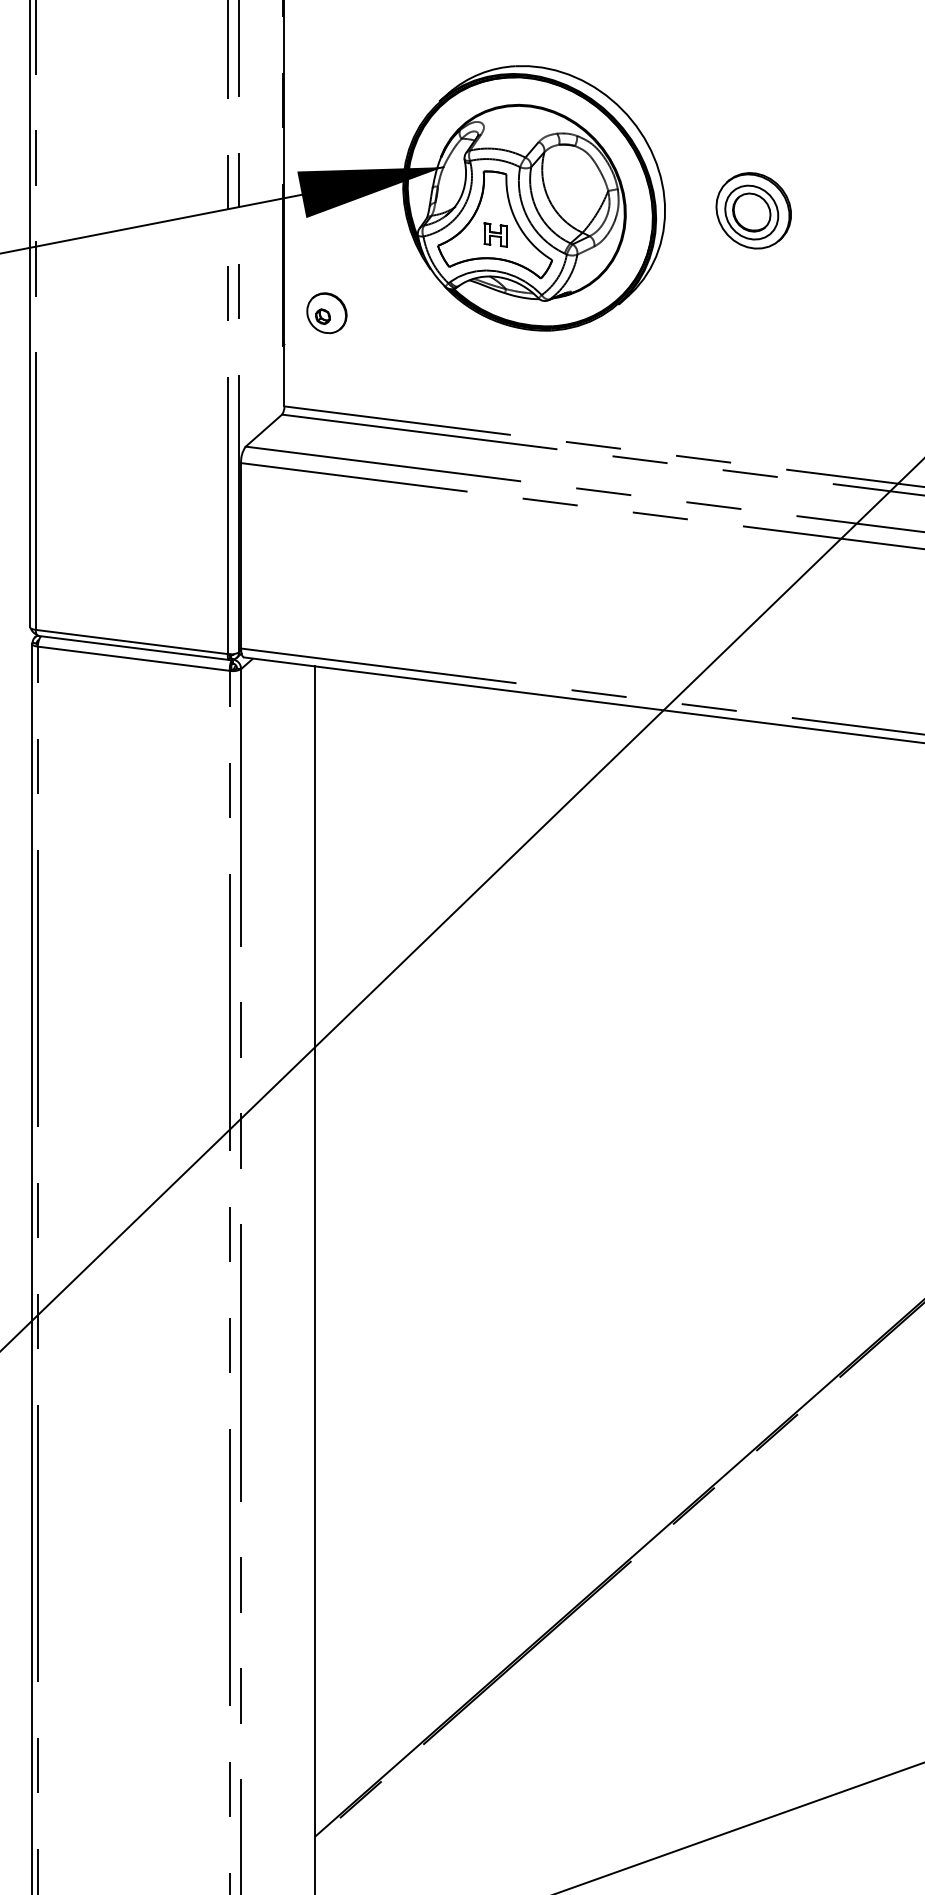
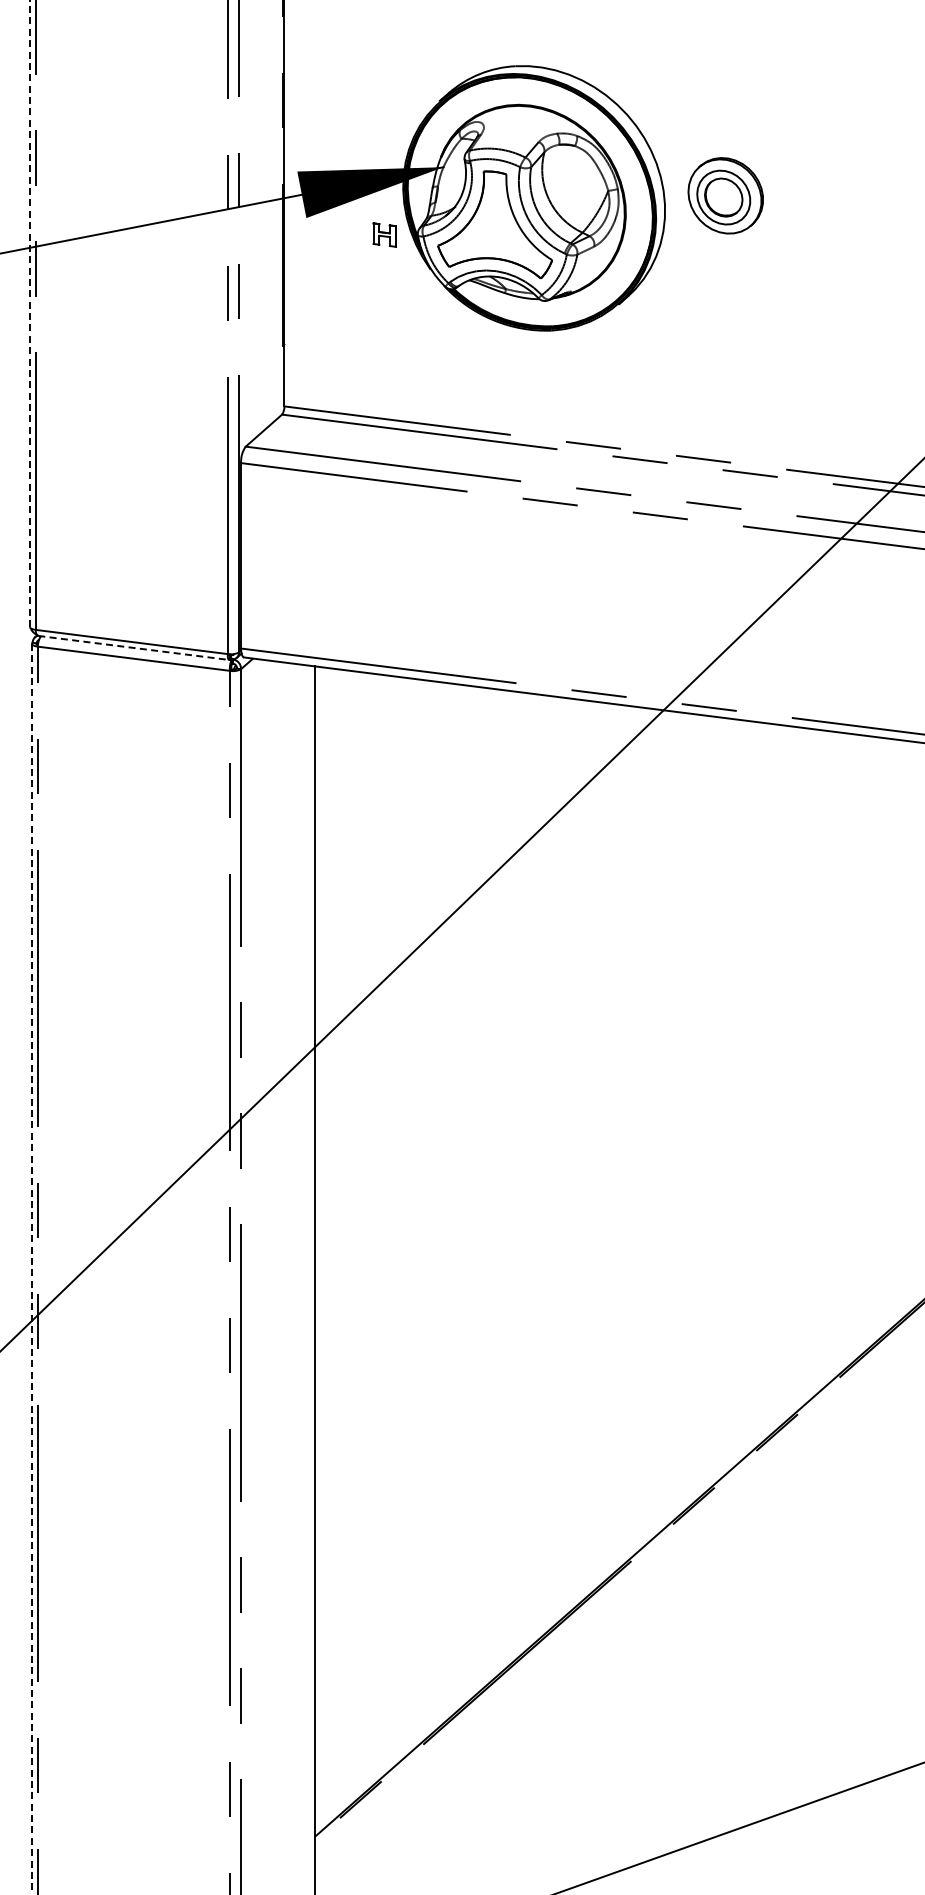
part at (753, 210) position: (753, 210) -> (725, 195)
part at (495, 234) position: (495, 234) -> (384, 234)
part at (326, 313): present -> none
line at (30, 314): solid -> dashed
line at (134, 648): solid -> dashed
line at (32, 1269): solid -> dashed
